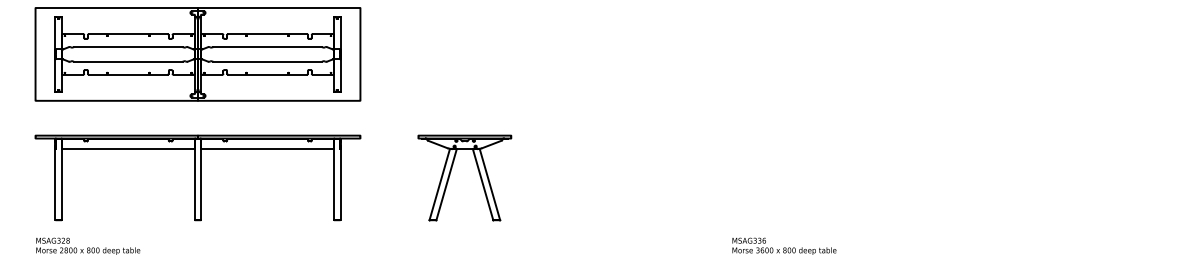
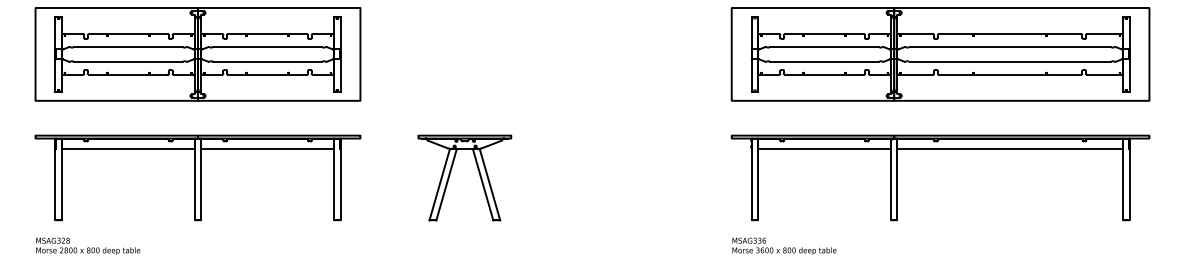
part at (940, 54): none -> present
part at (940, 149): none -> present
